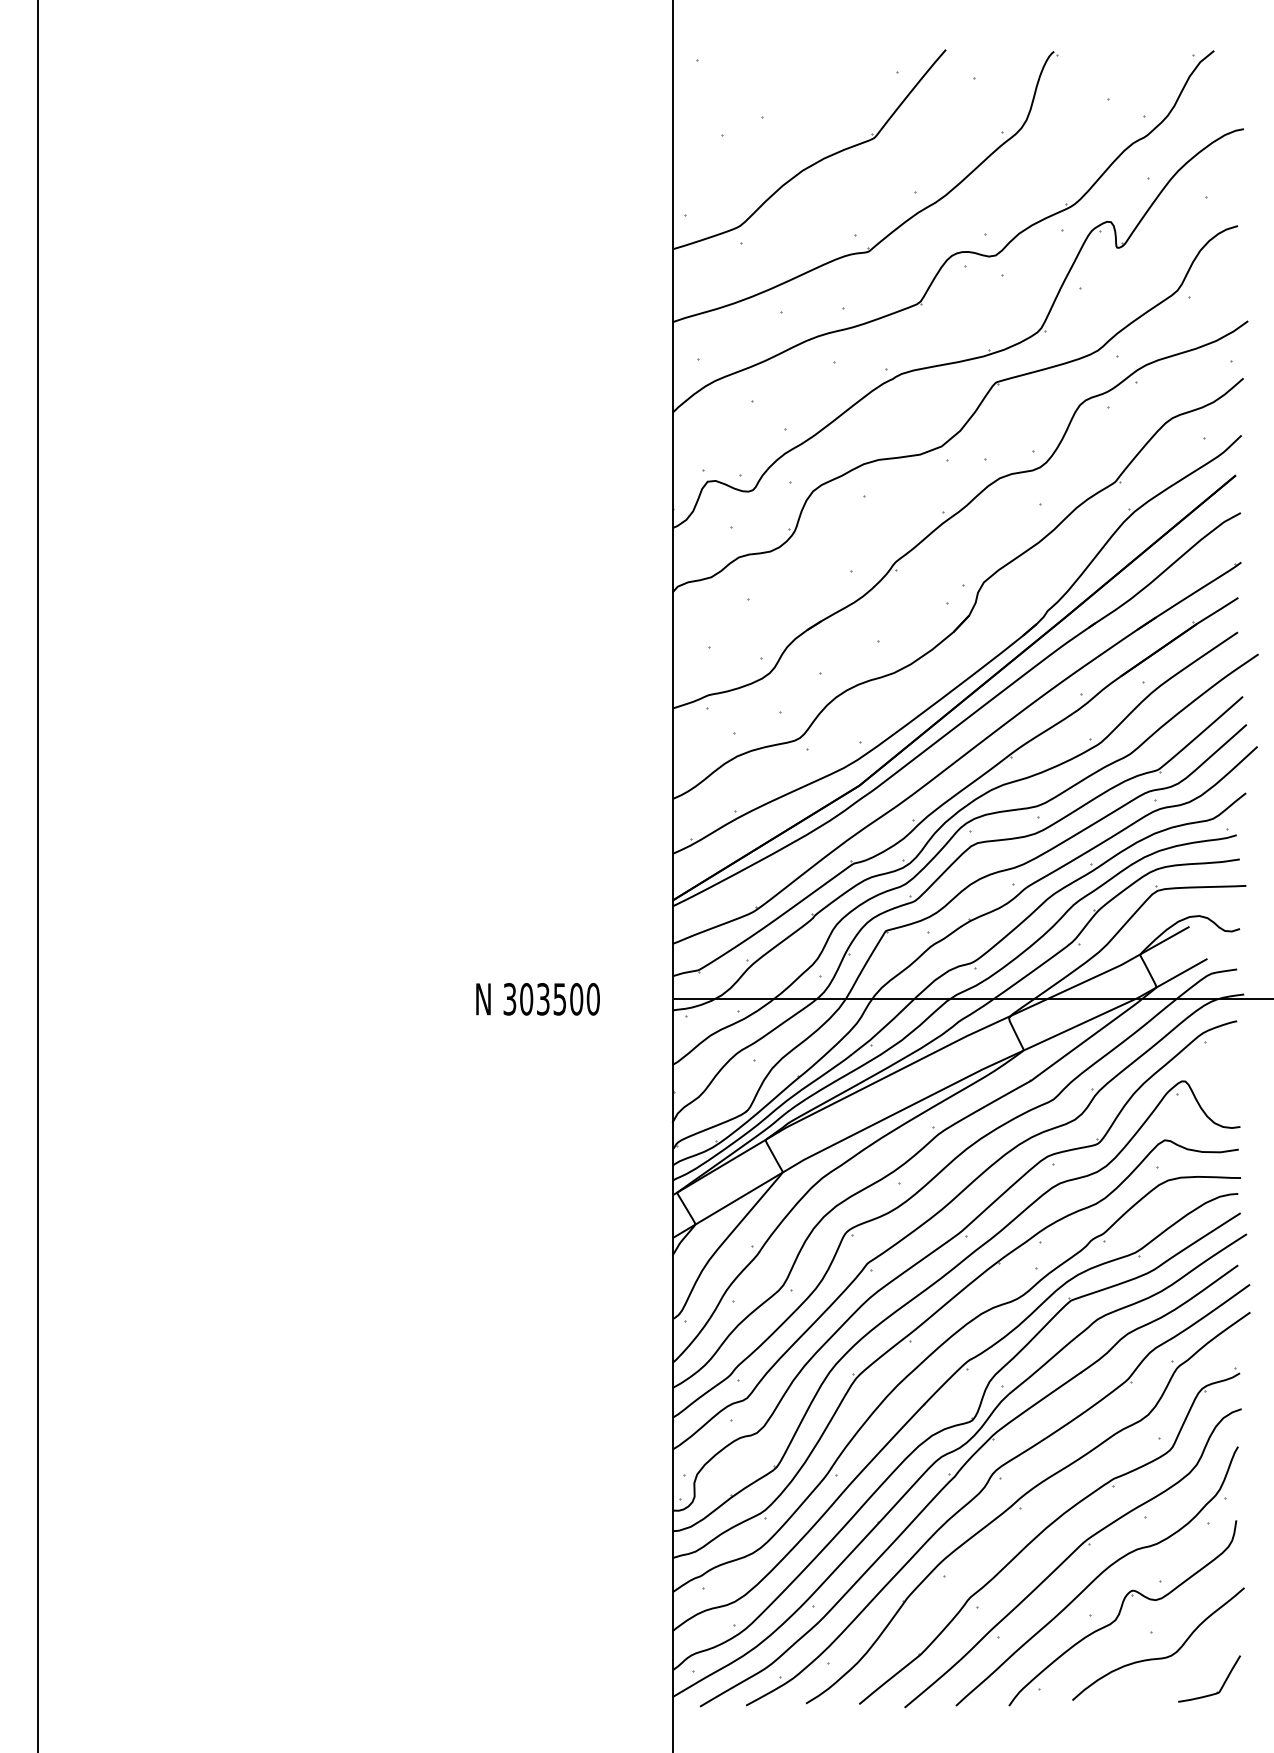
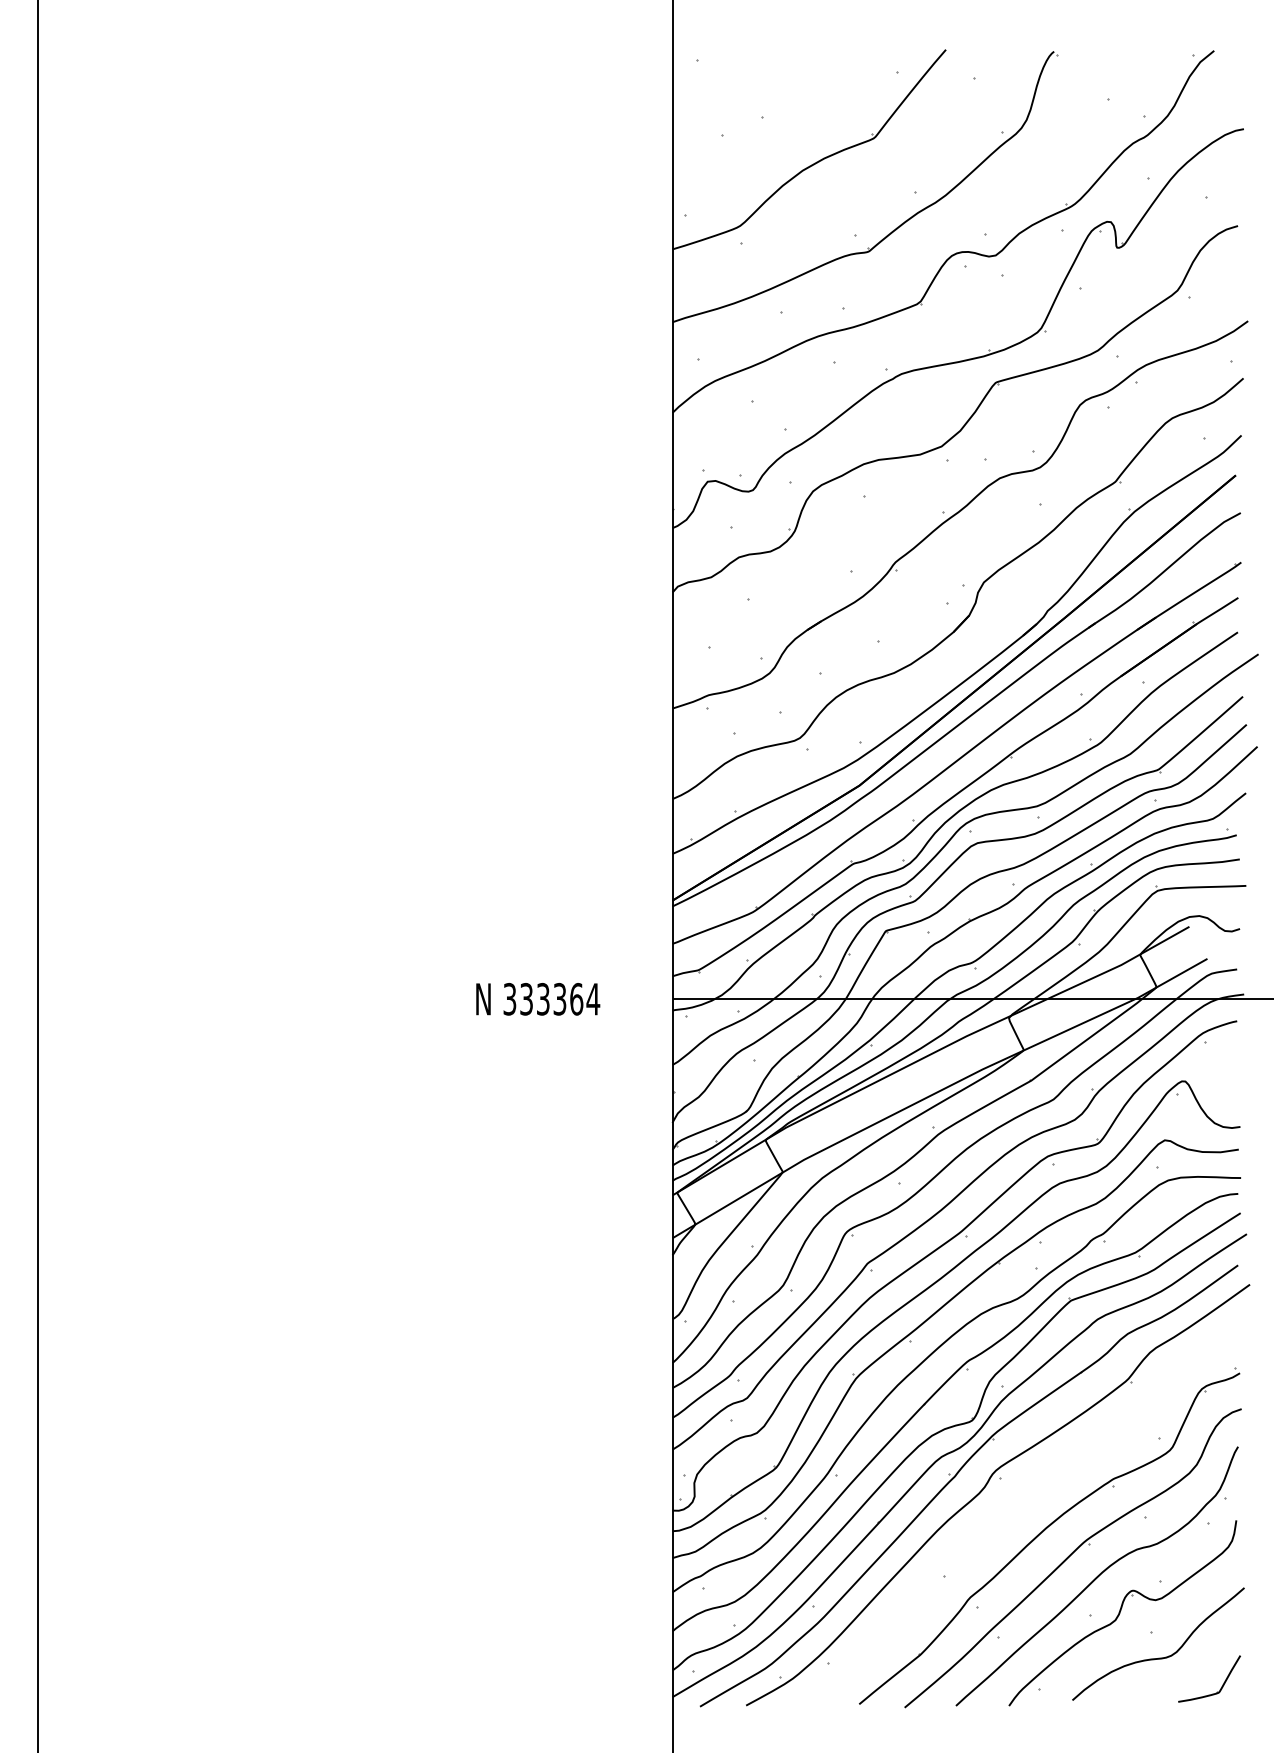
text at (560, 998): 303500 -> 333364
part at (1021, 1508): present -> none
